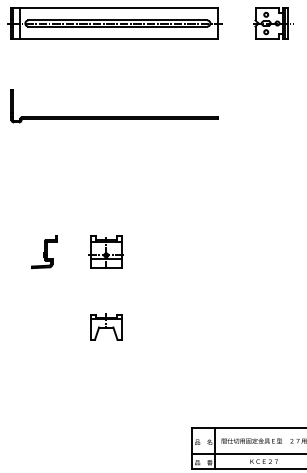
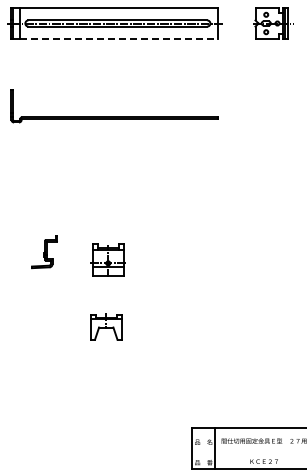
line at (118, 38): solid -> dashed
part at (105, 251) position: (105, 251) -> (107, 259)
line at (247, 454): present -> none
